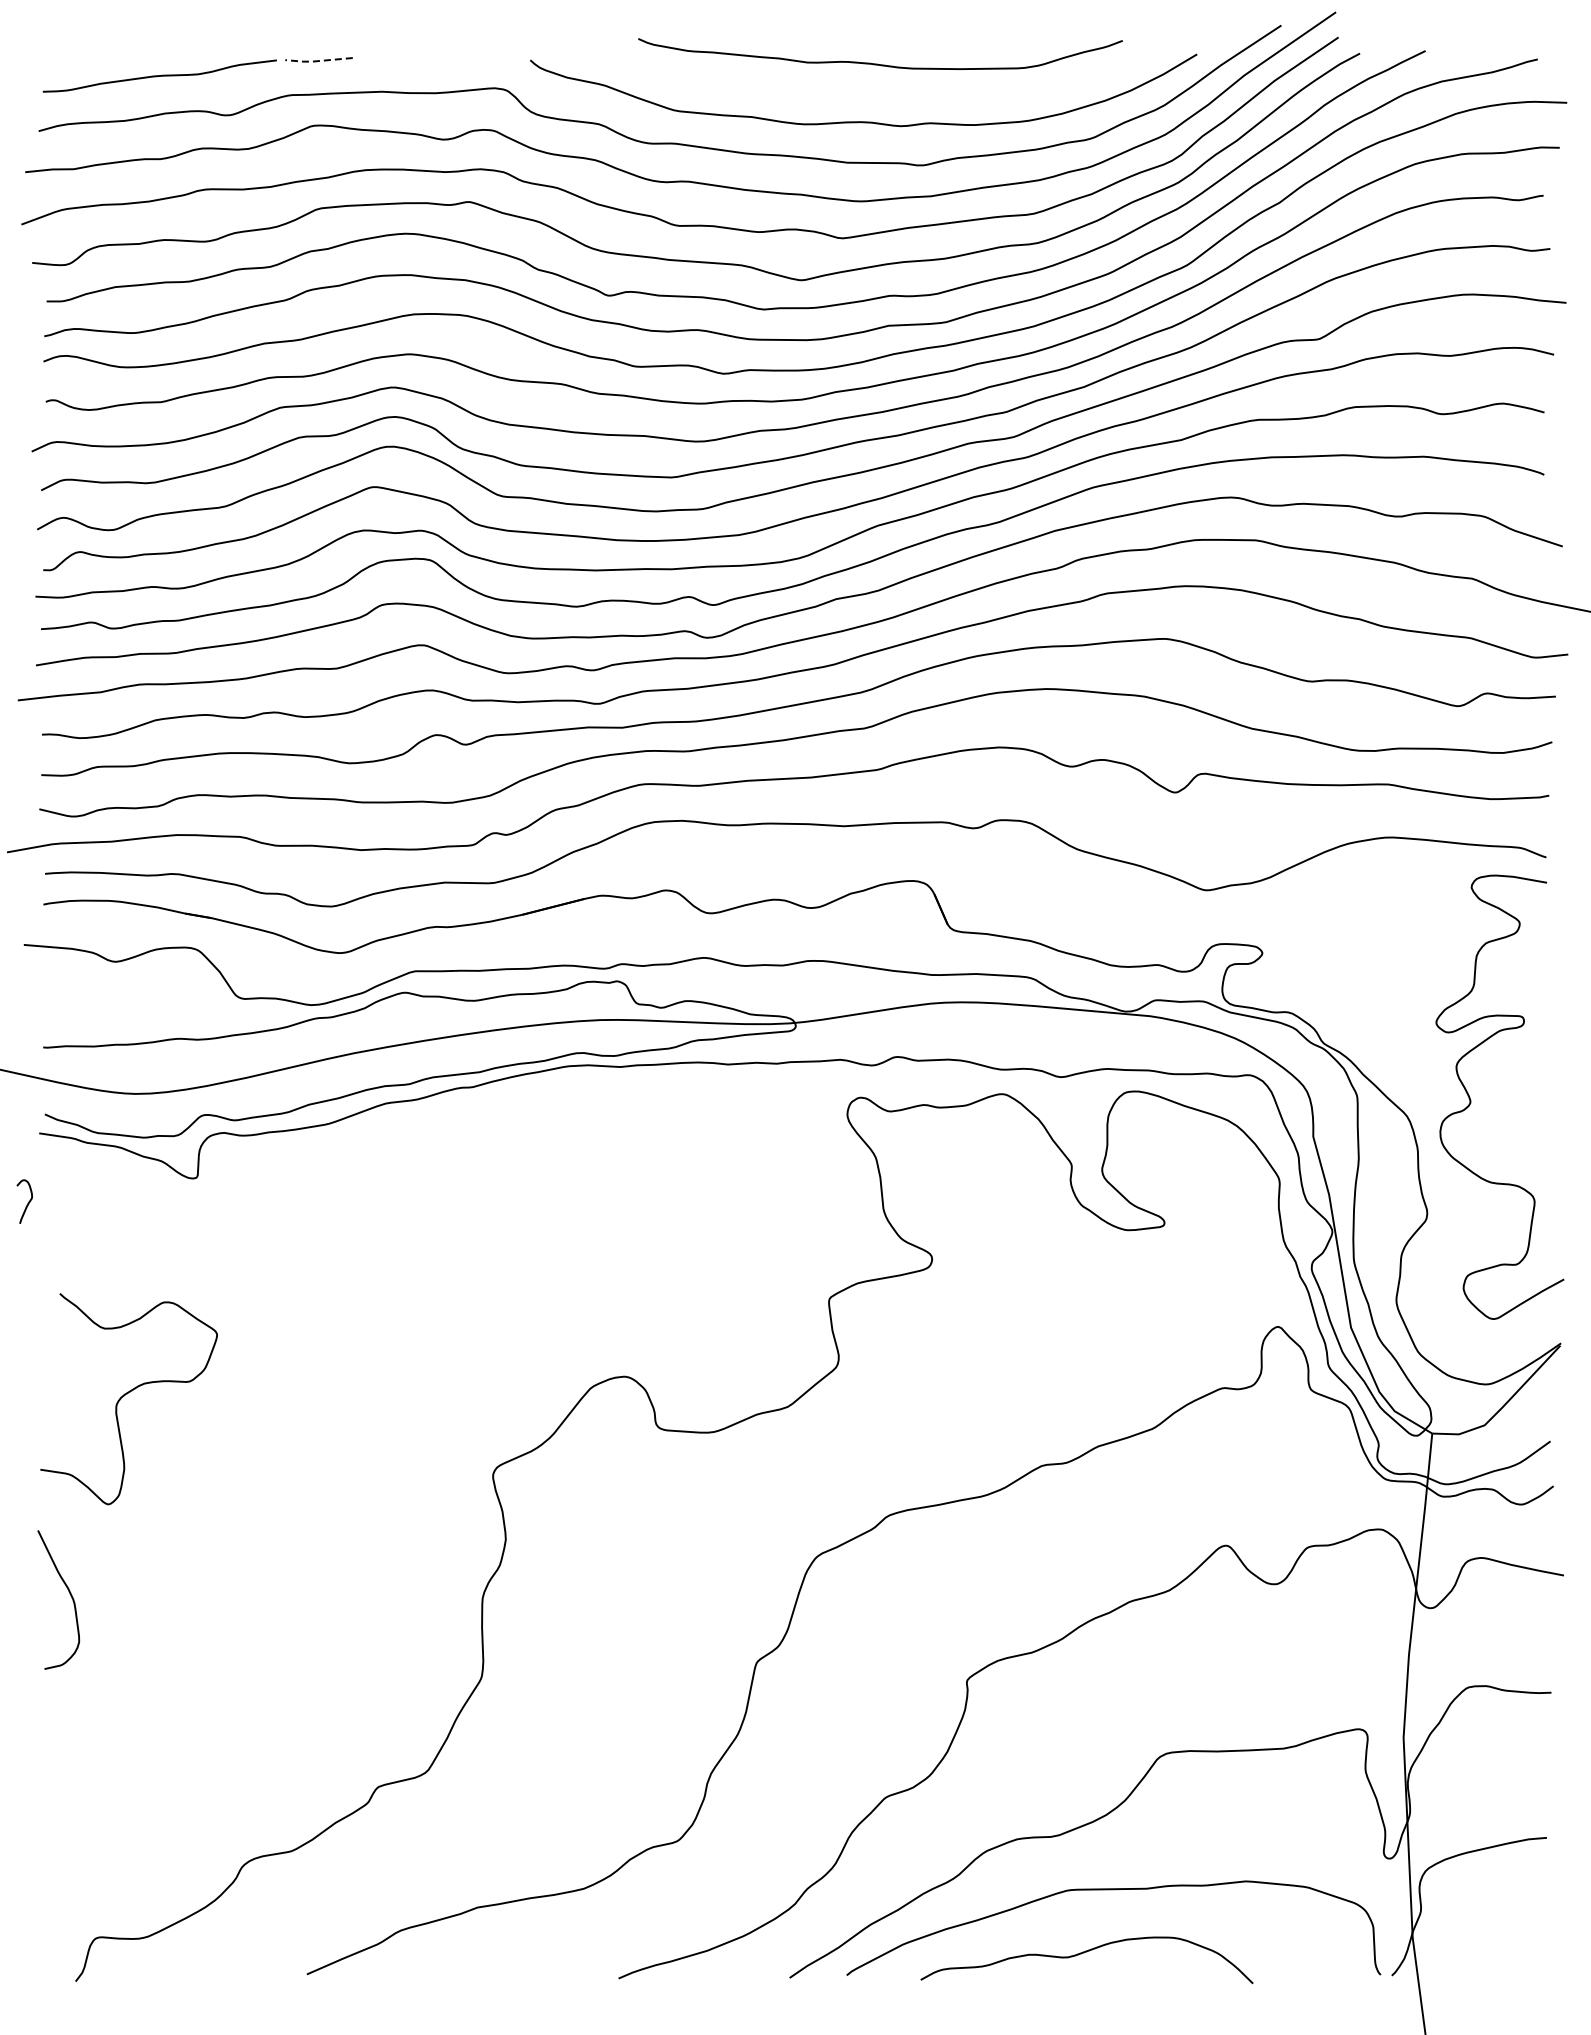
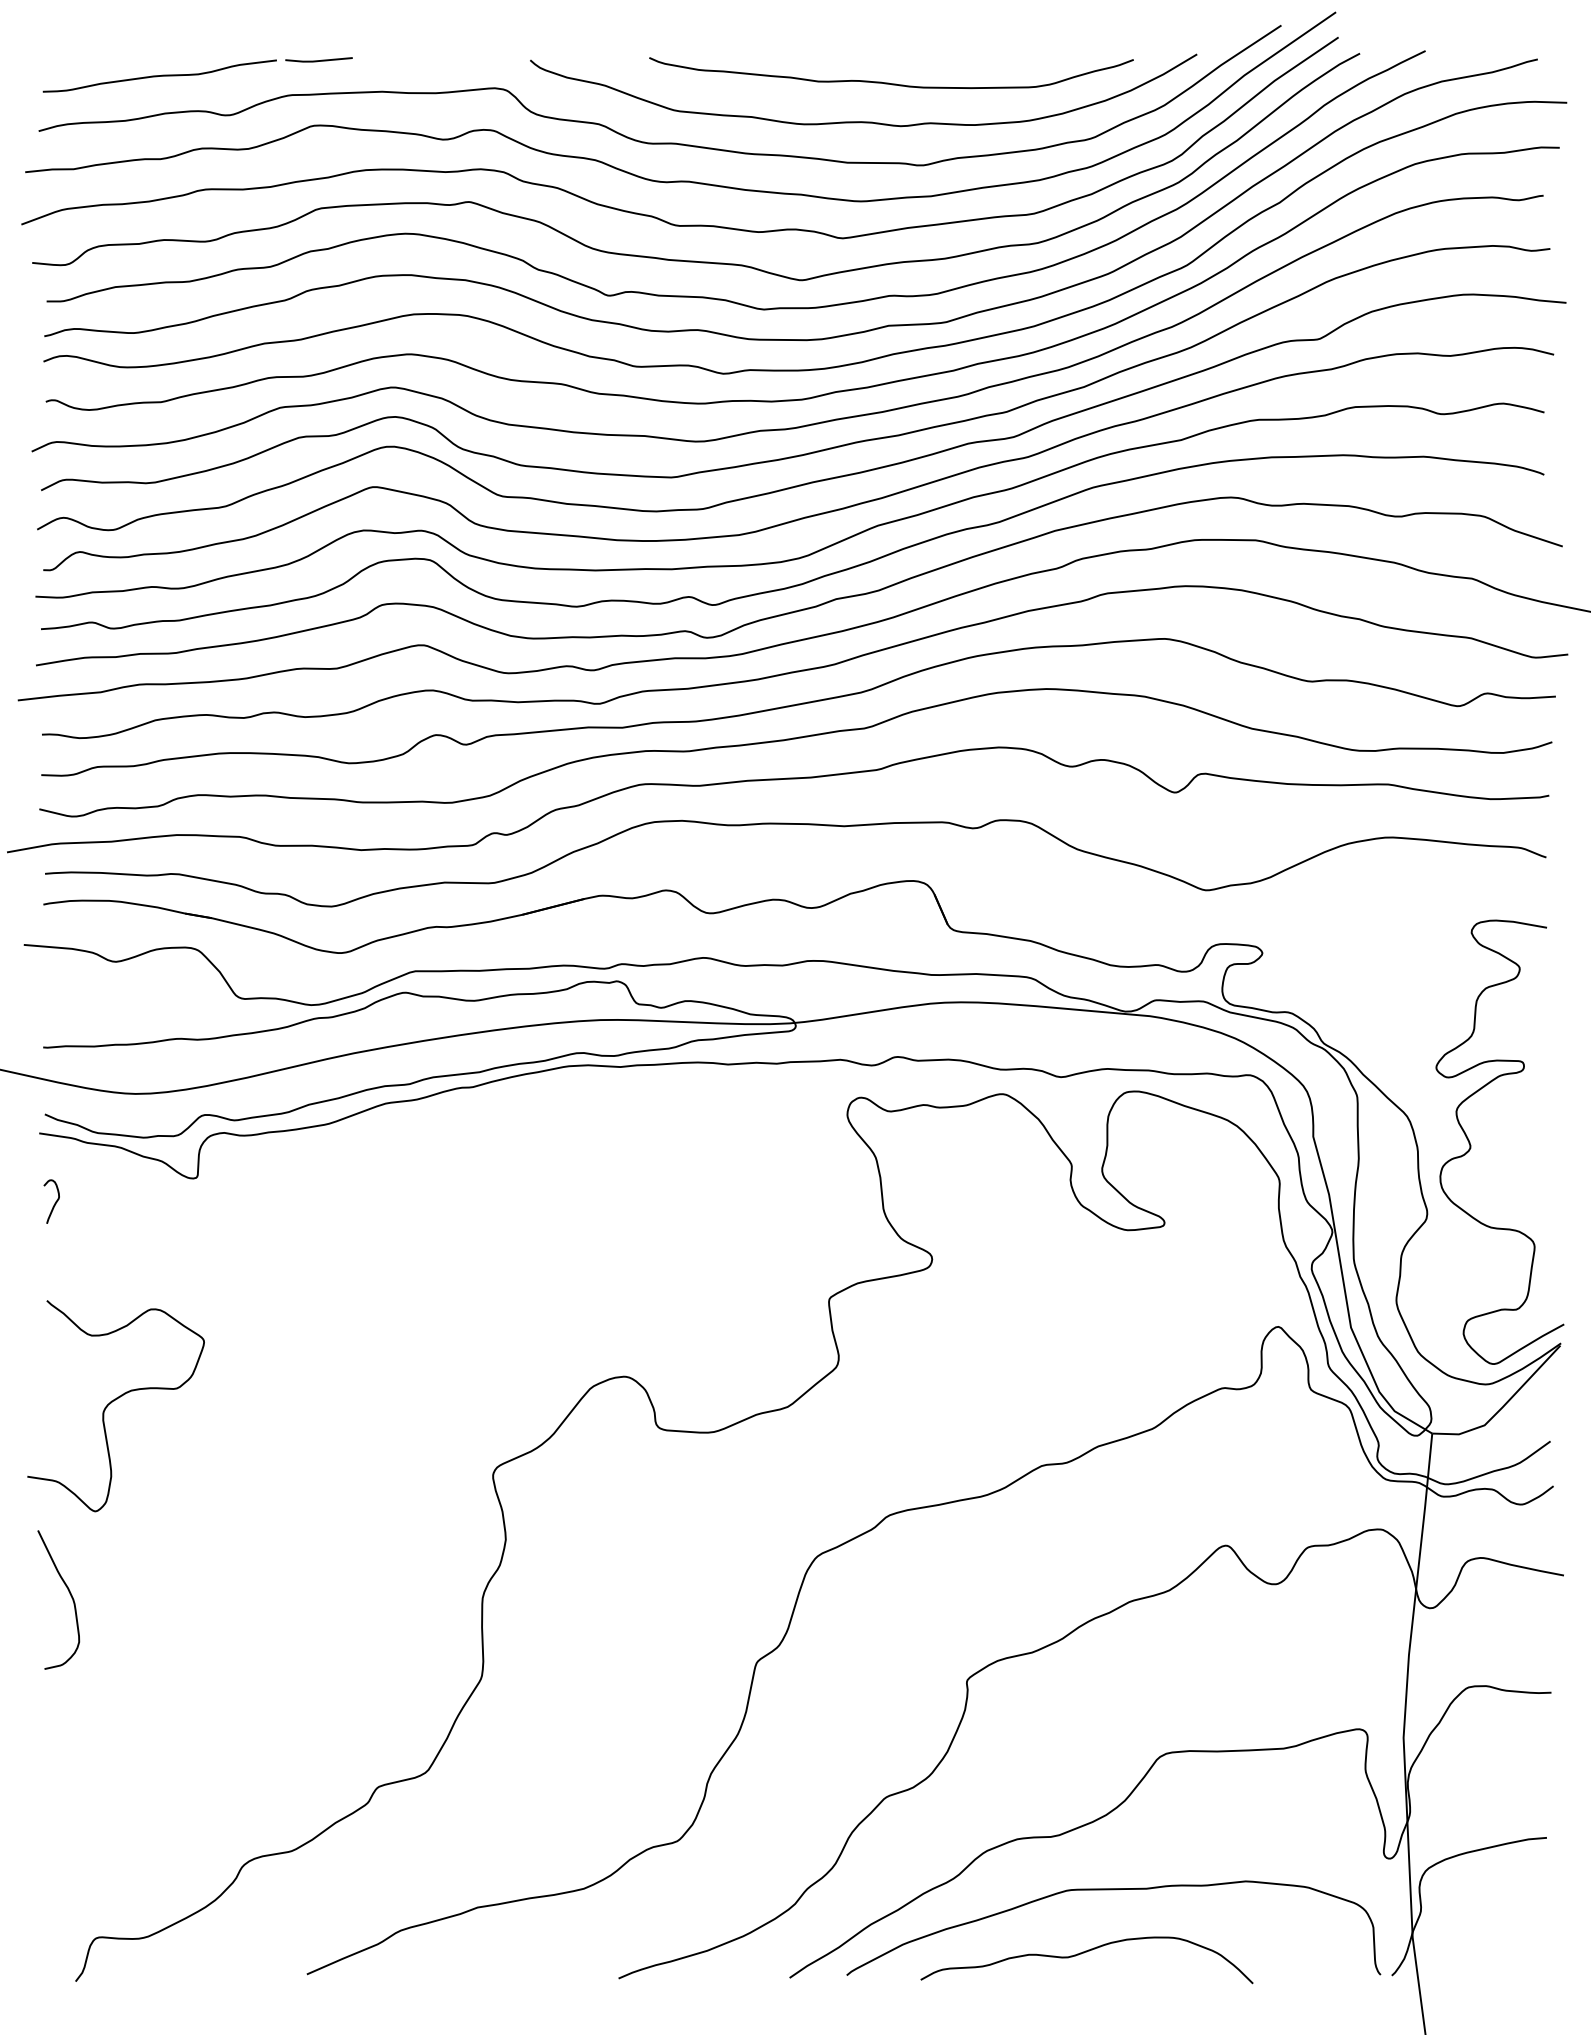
line at (317, 61): dashed -> solid
curve at (877, 63) position: (877, 63) -> (888, 82)
curve at (1471, 1100) position: (1471, 1100) -> (1471, 1145)
curve at (27, 1203) position: (27, 1203) -> (54, 1203)
curve at (125, 1395) position: (125, 1395) -> (112, 1402)
